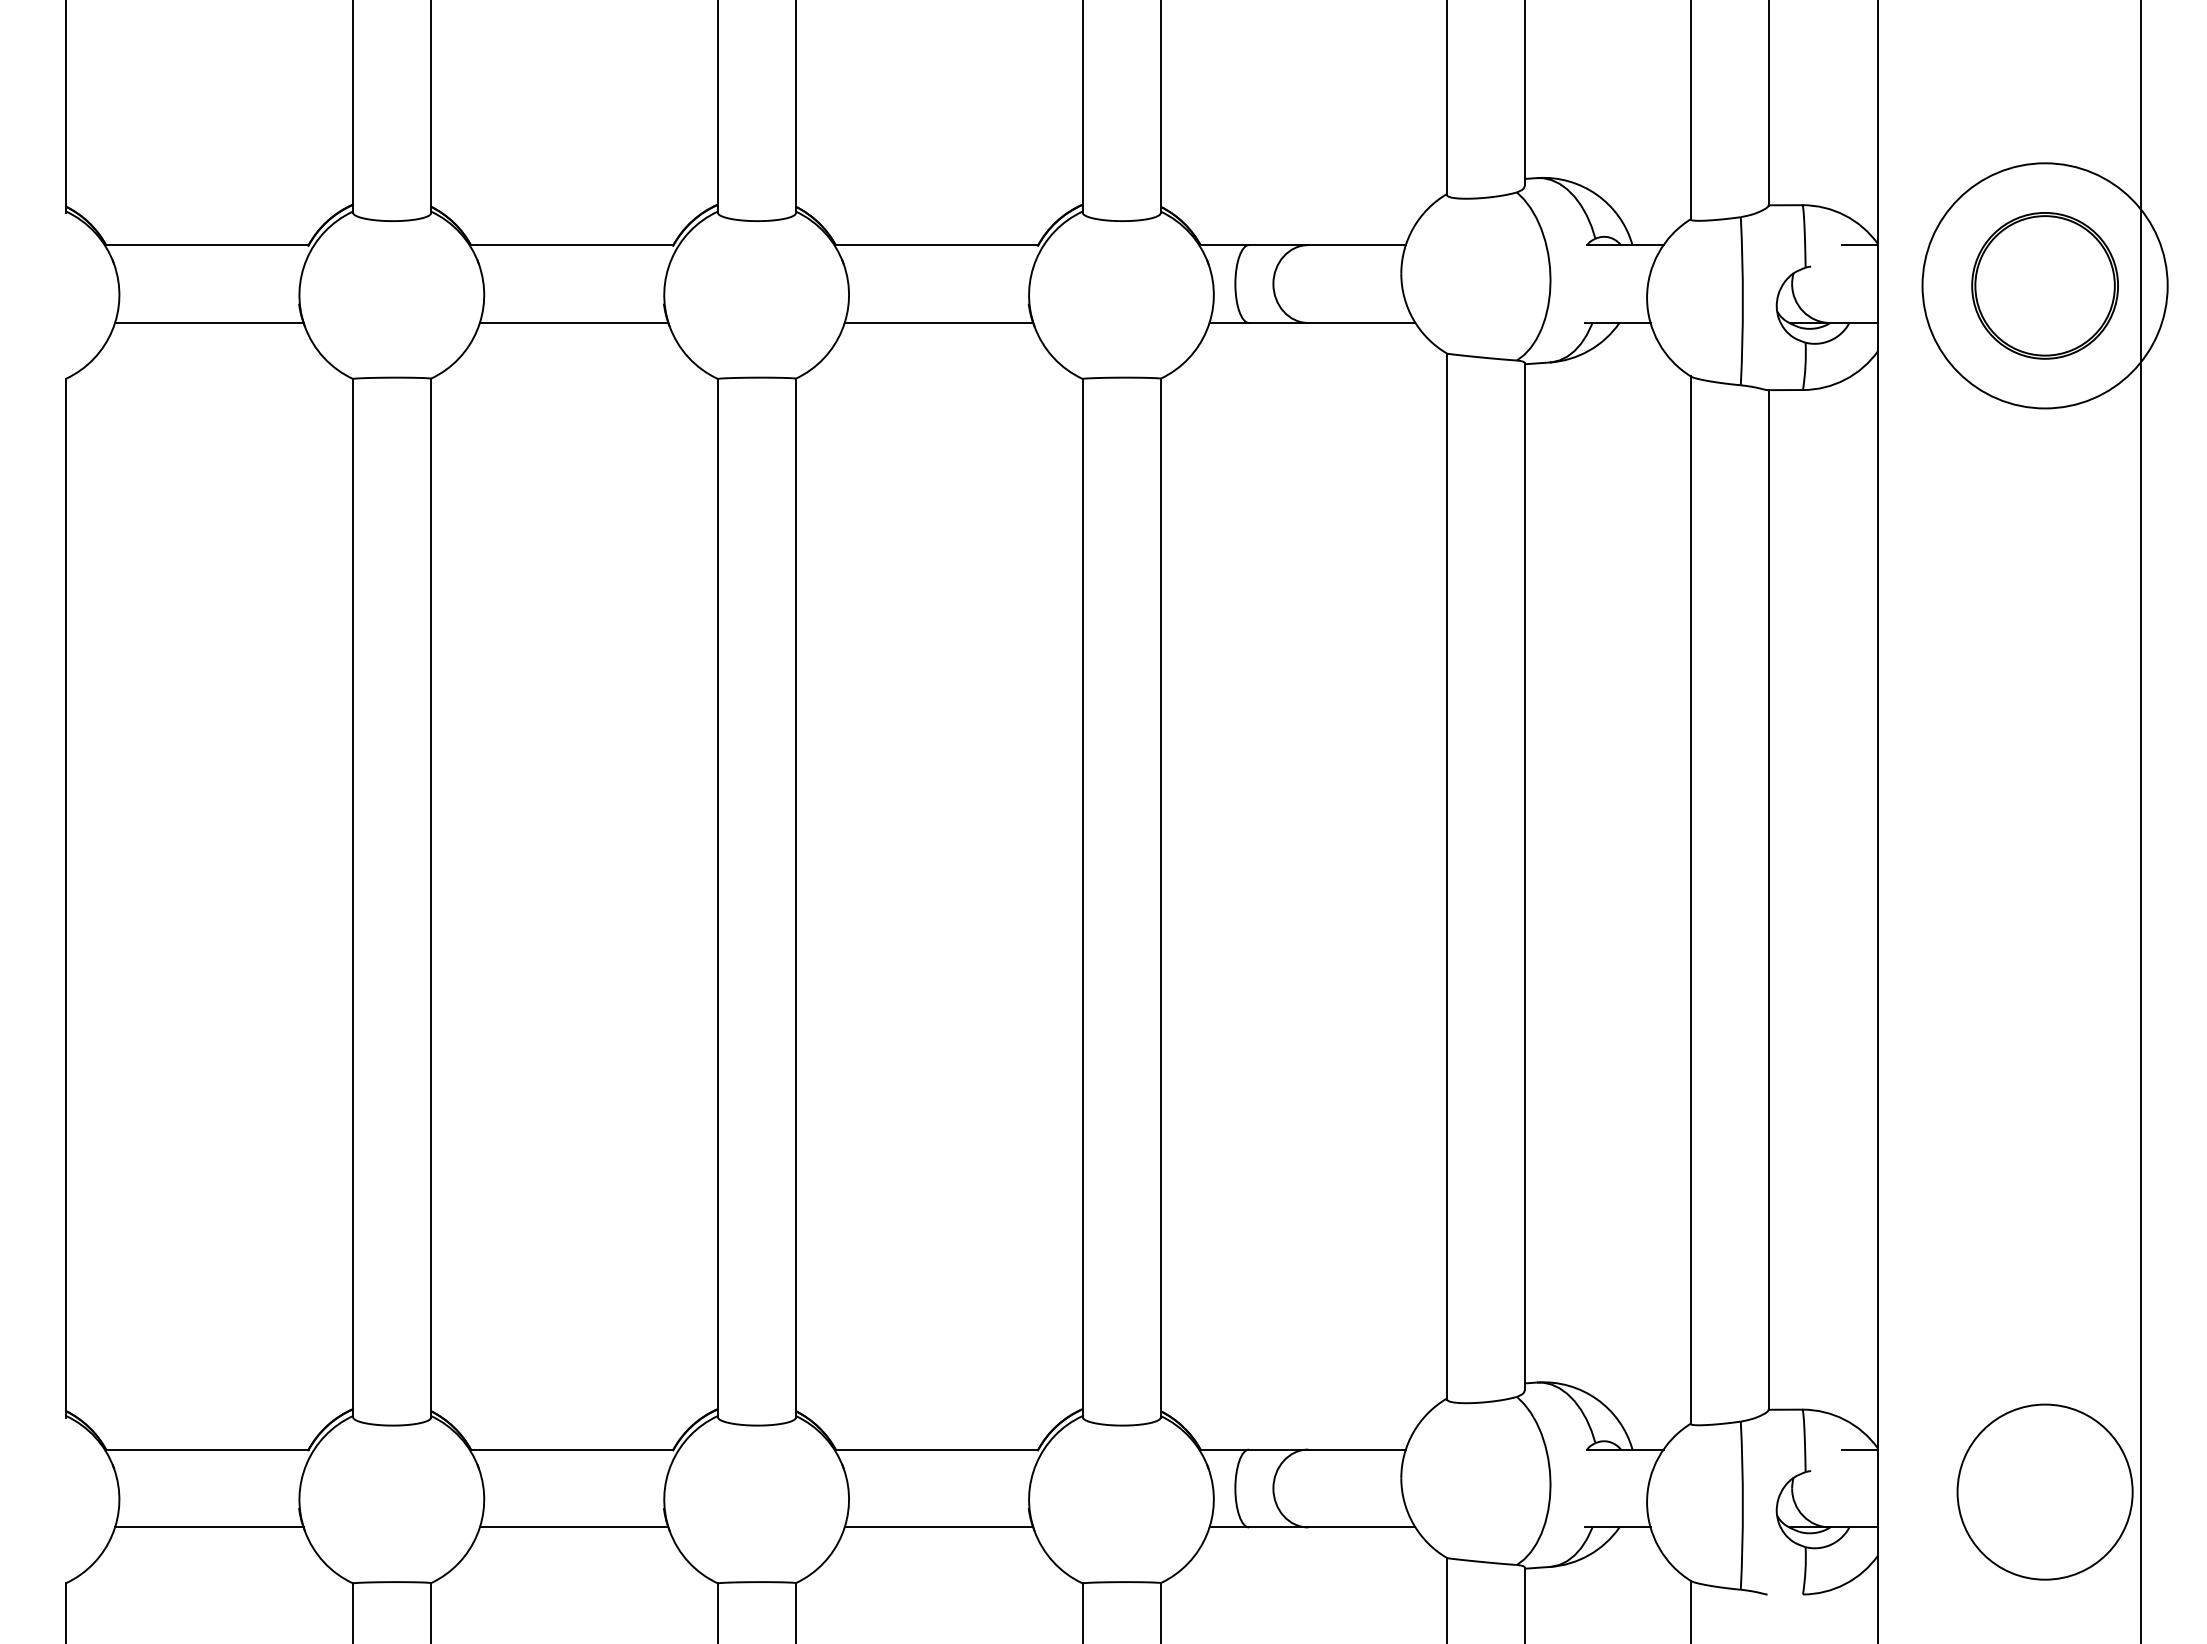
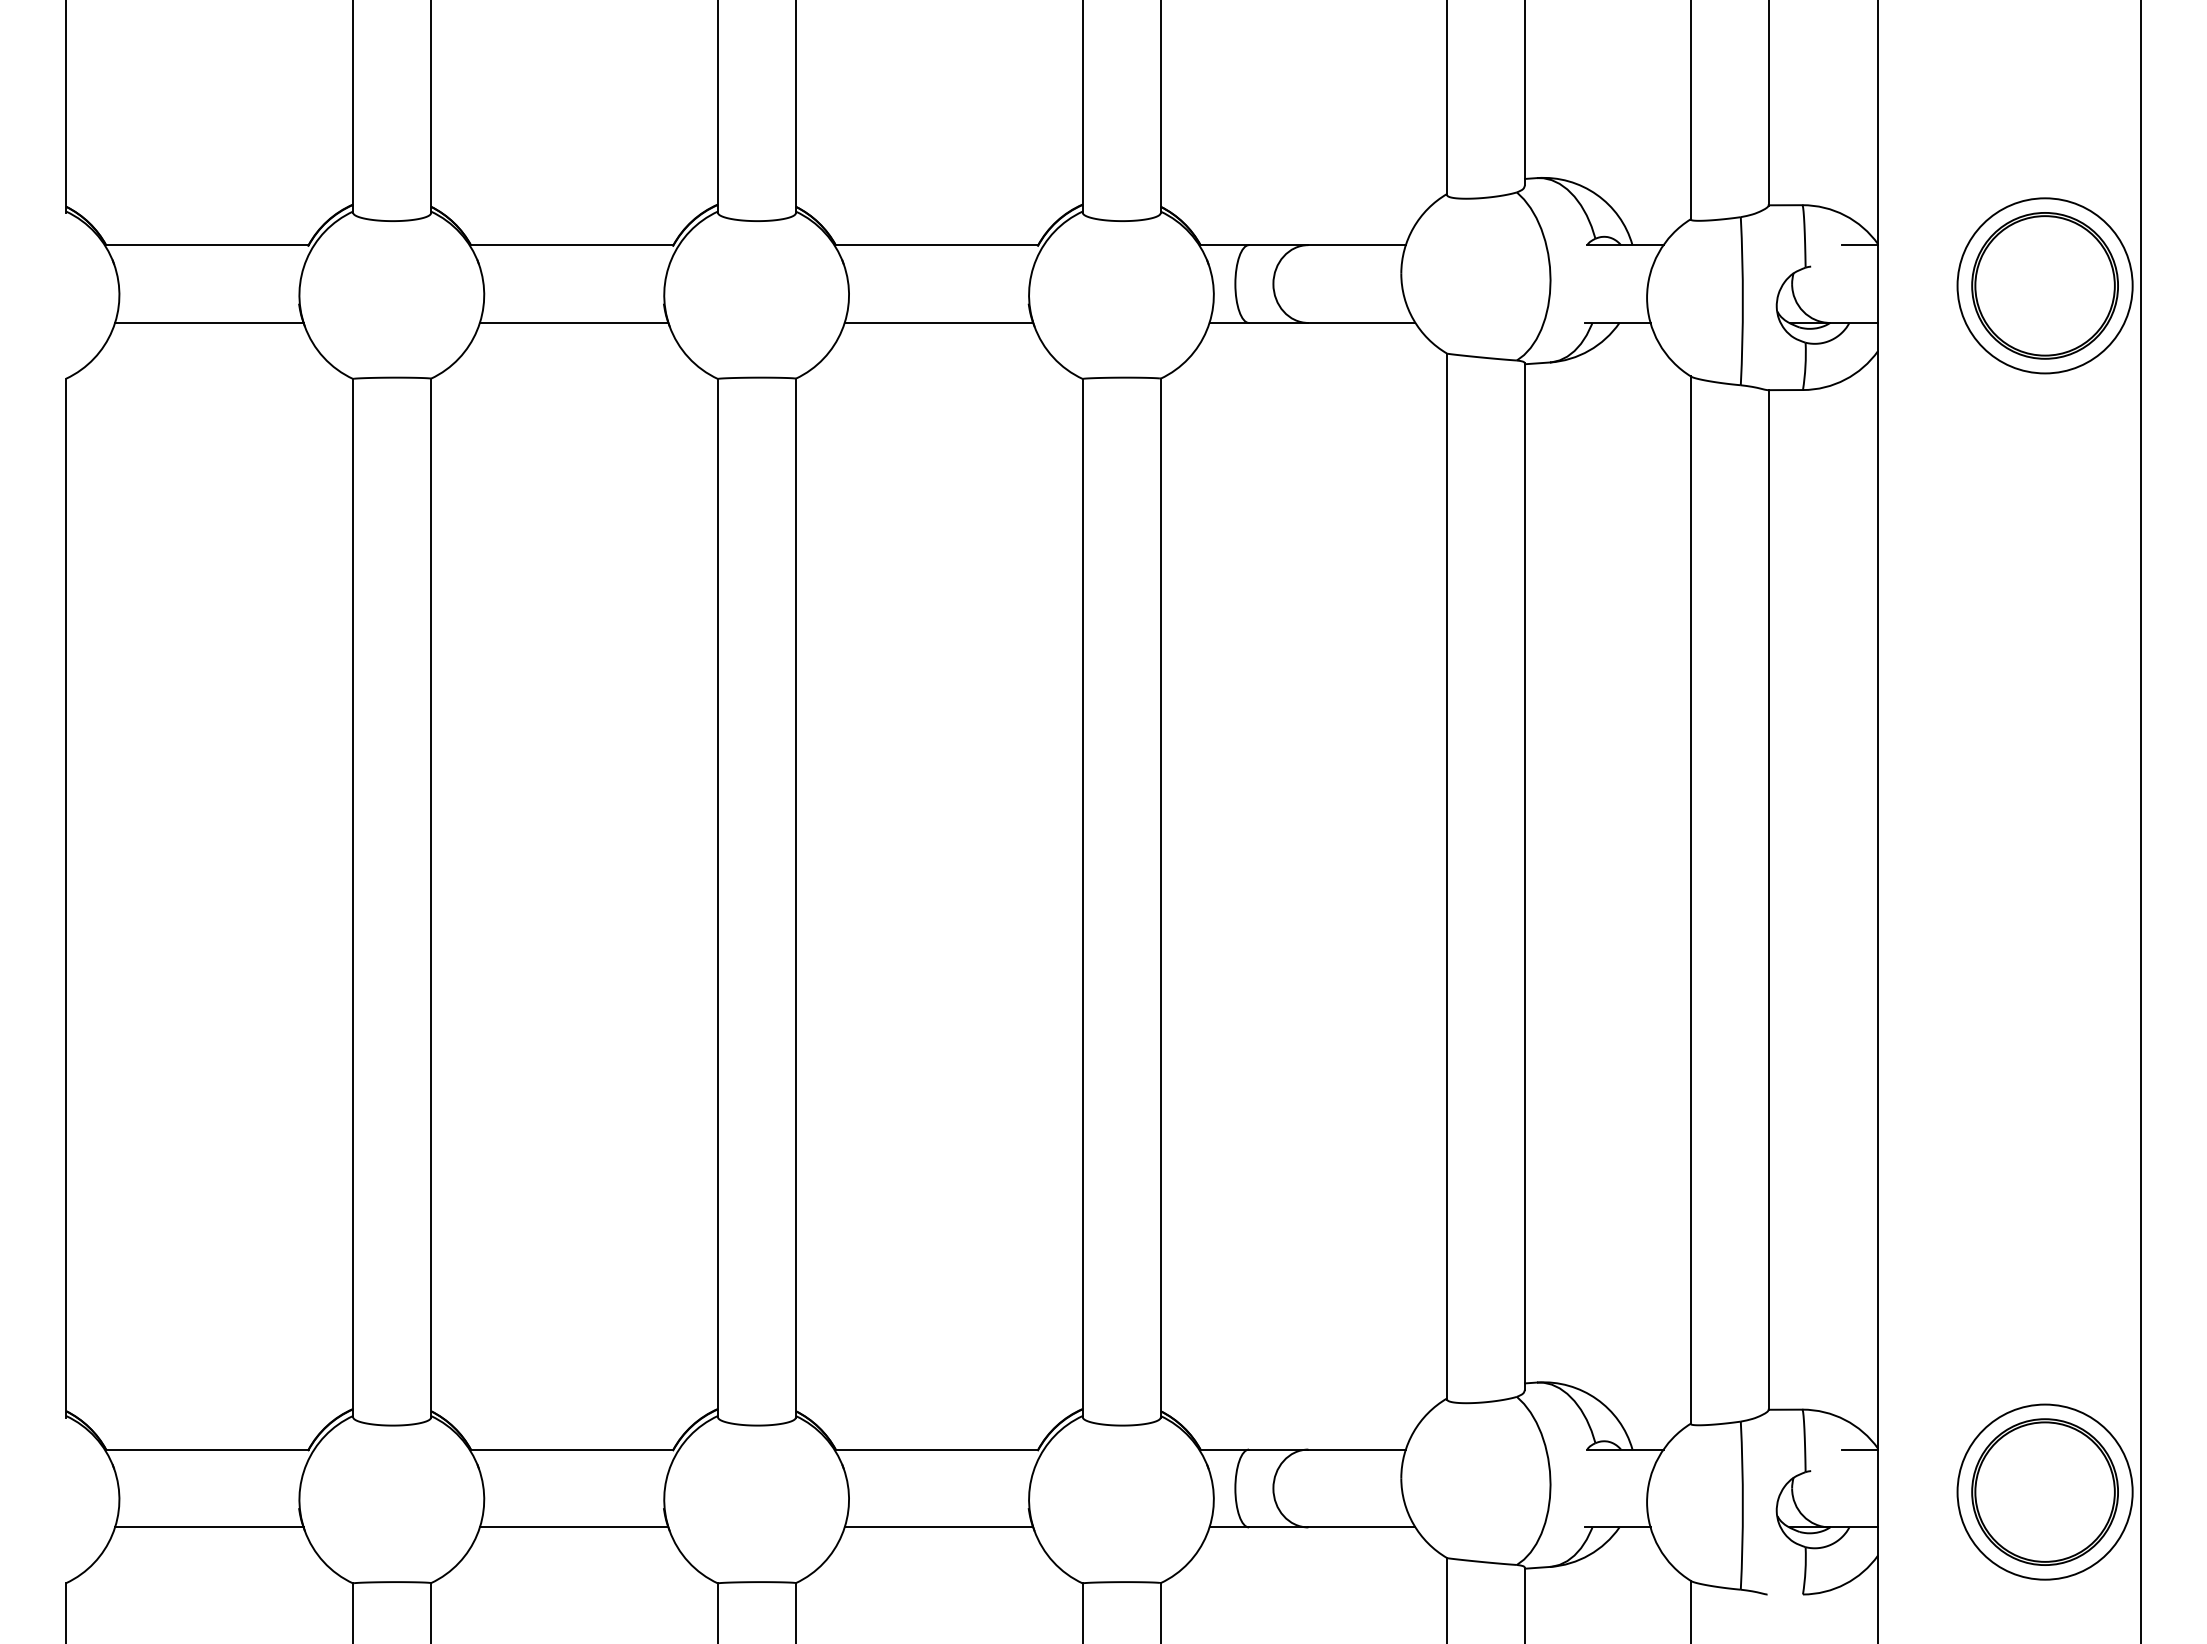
circle at (2044, 285) diameter: 245 px -> 175 px
part at (2044, 1491): none -> present
